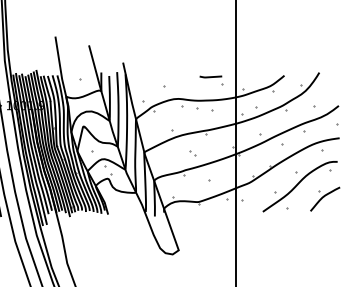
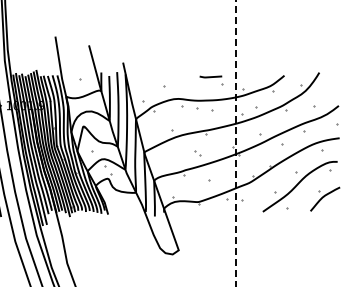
line at (236, 143): solid -> dashed
part at (192, 153) position: (192, 153) -> (197, 153)
